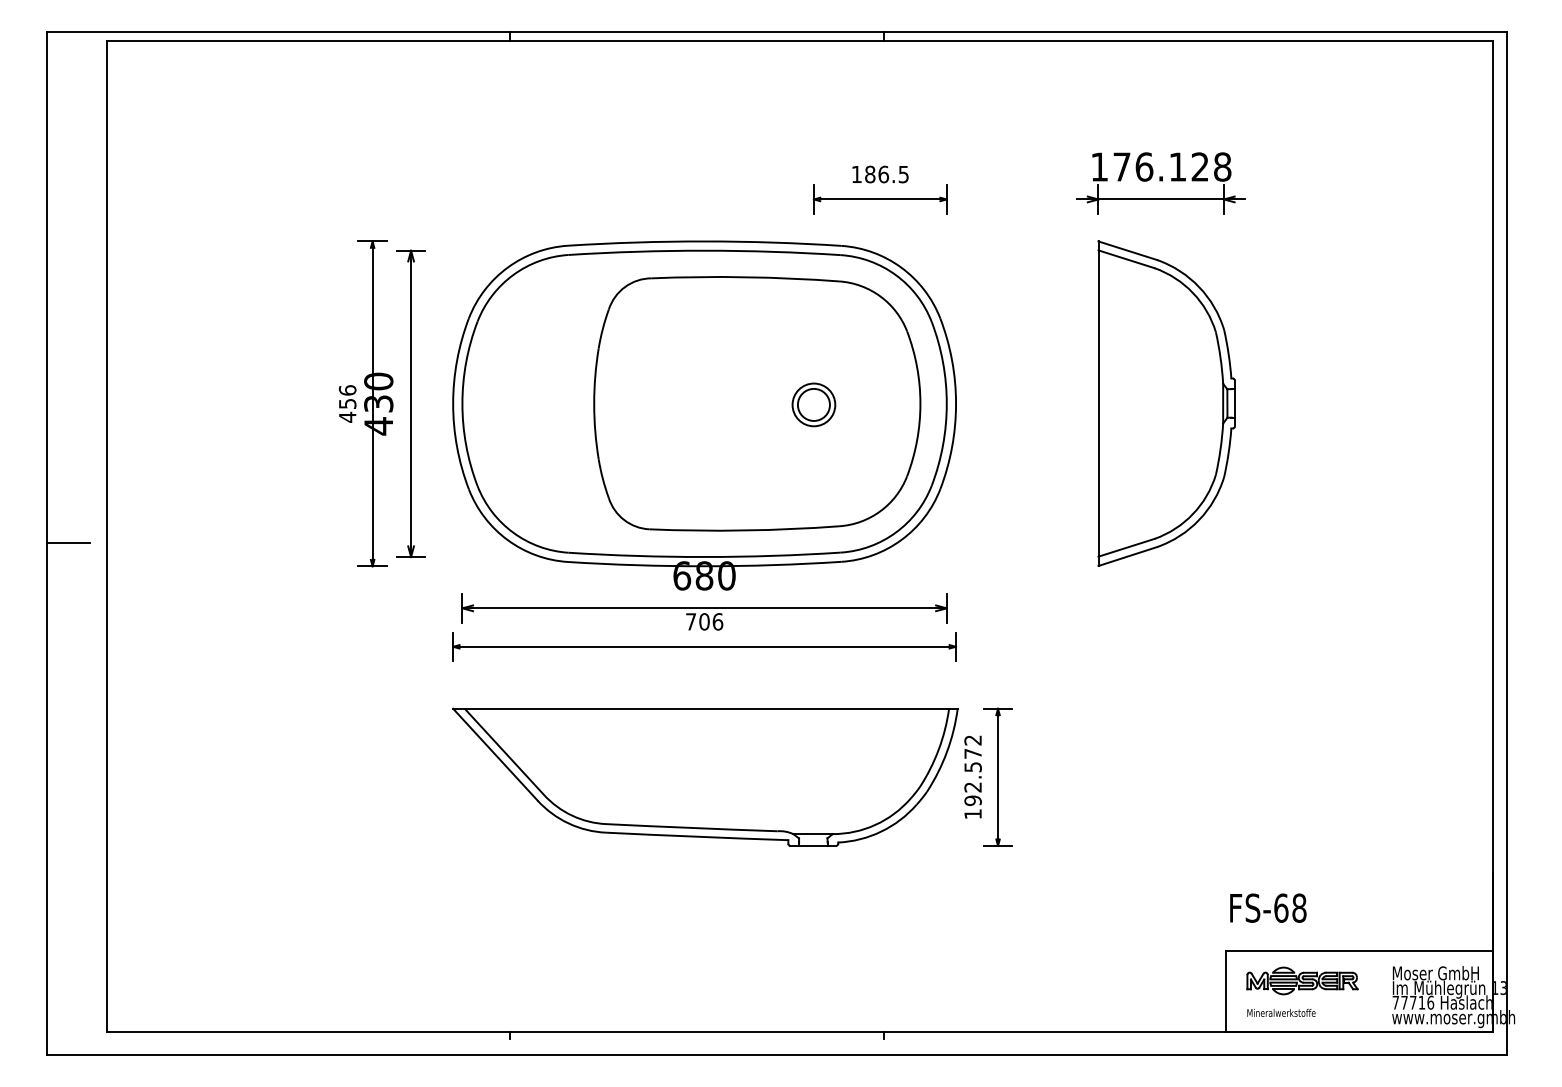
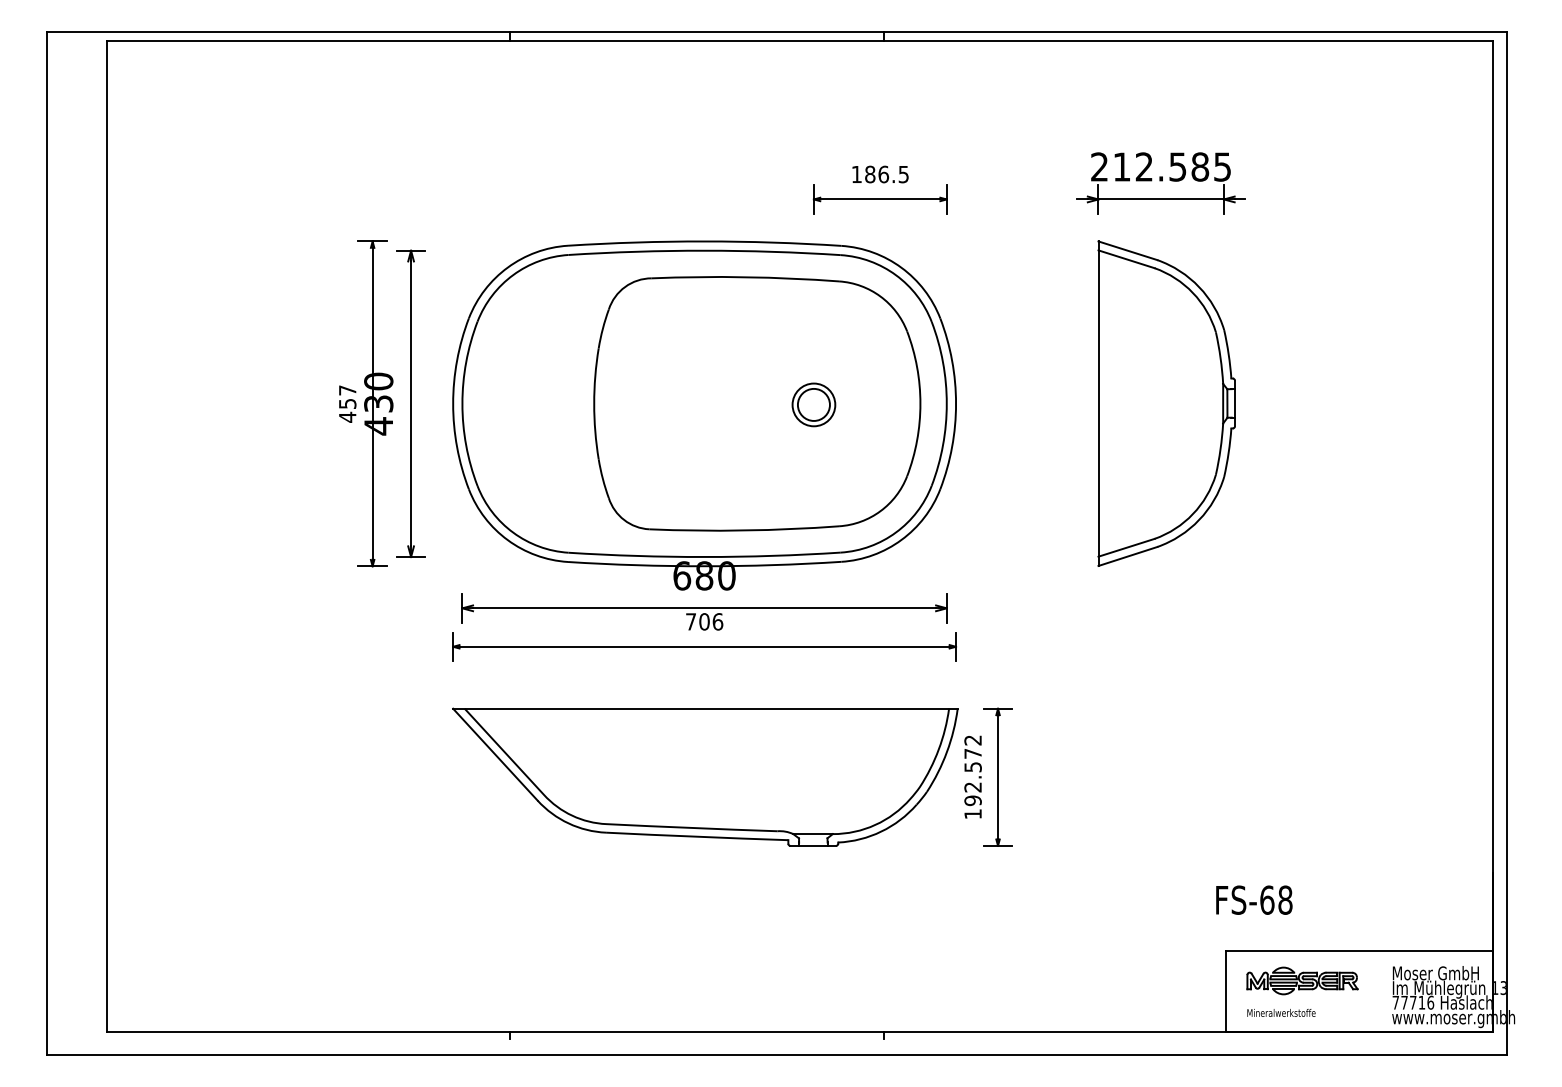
text at (1161, 166): 176.128 -> 212.585
text at (347, 390): 456 -> 457
line at (67, 543): present -> none
text at (1268, 907) position: (1268, 907) -> (1254, 899)
